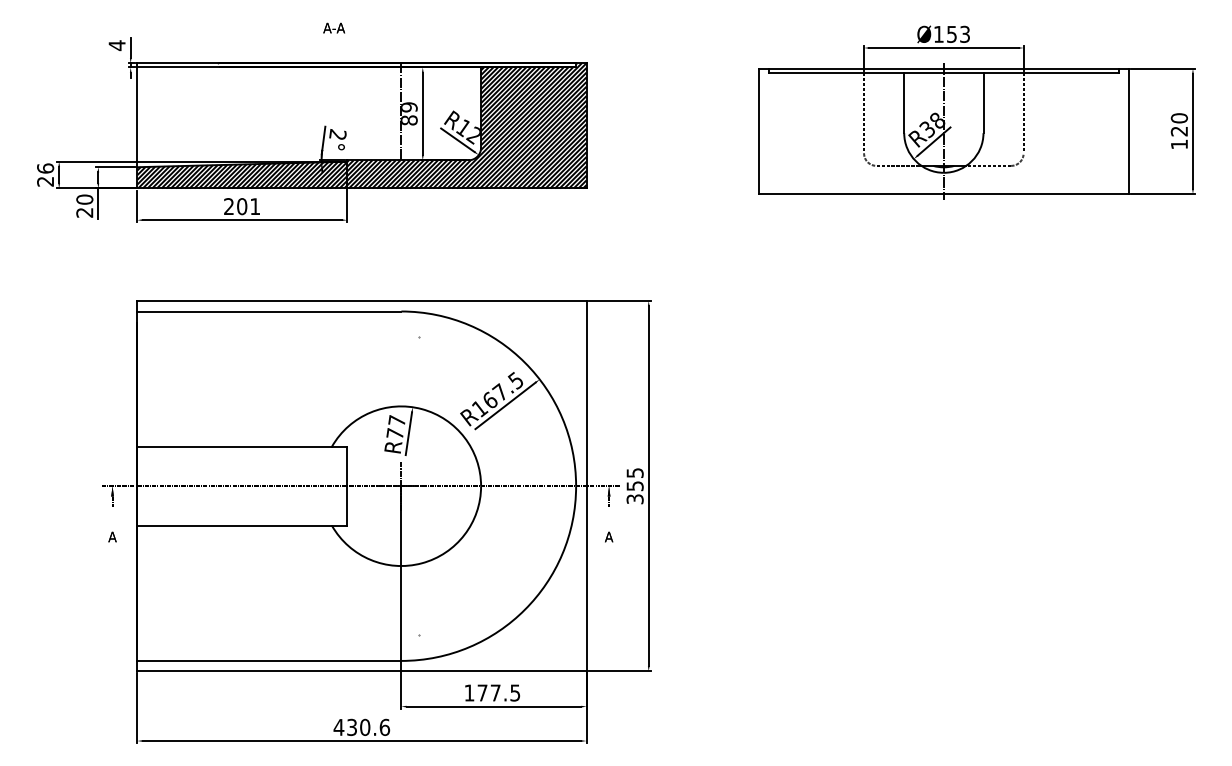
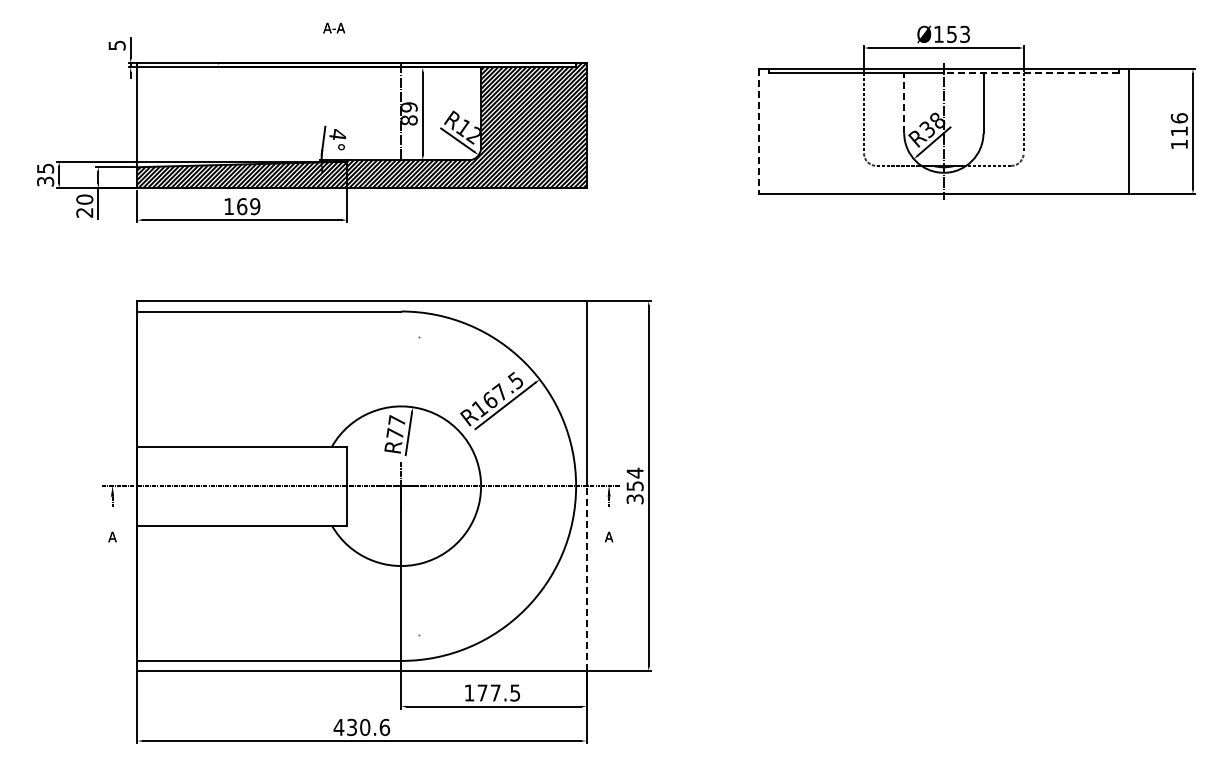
text at (116, 45): 4 -> 5
line at (1030, 73): solid -> dashed
line at (904, 102): solid -> dashed
text at (1178, 124): 120 -> 116
line at (758, 131): solid -> dashed
text at (337, 134): 2° -> 4°
text at (45, 174): 26 -> 35
text at (242, 206): 201 -> 169
text at (634, 472): 355 -> 354
line at (586, 578): solid -> dashed
